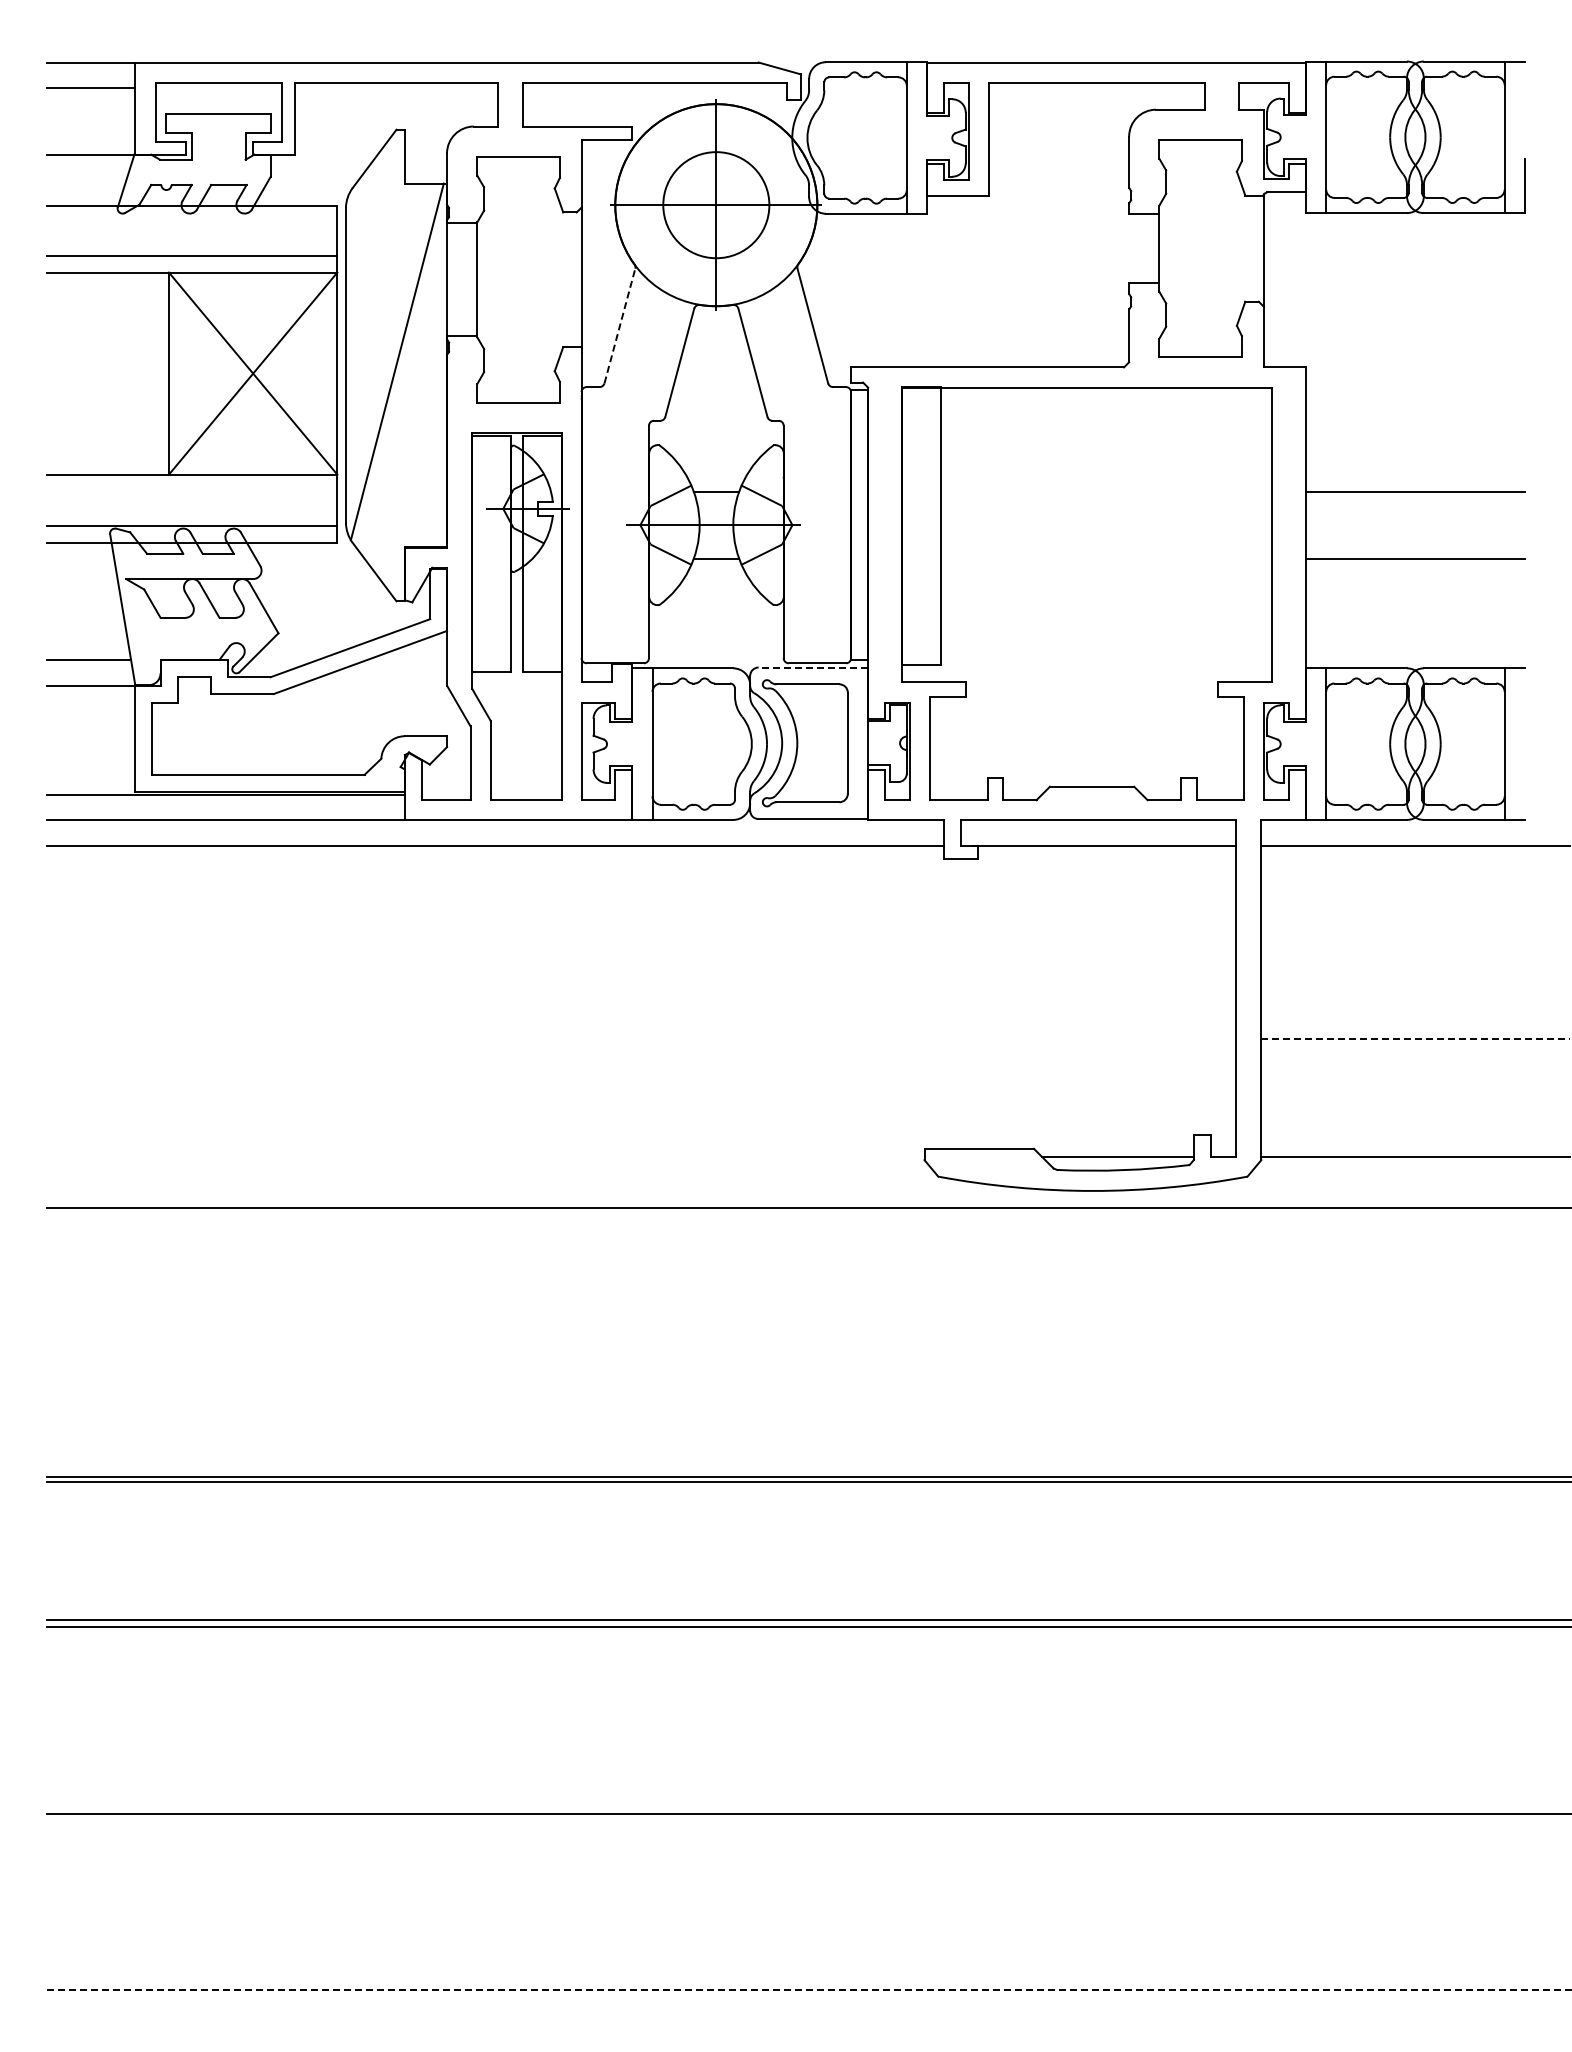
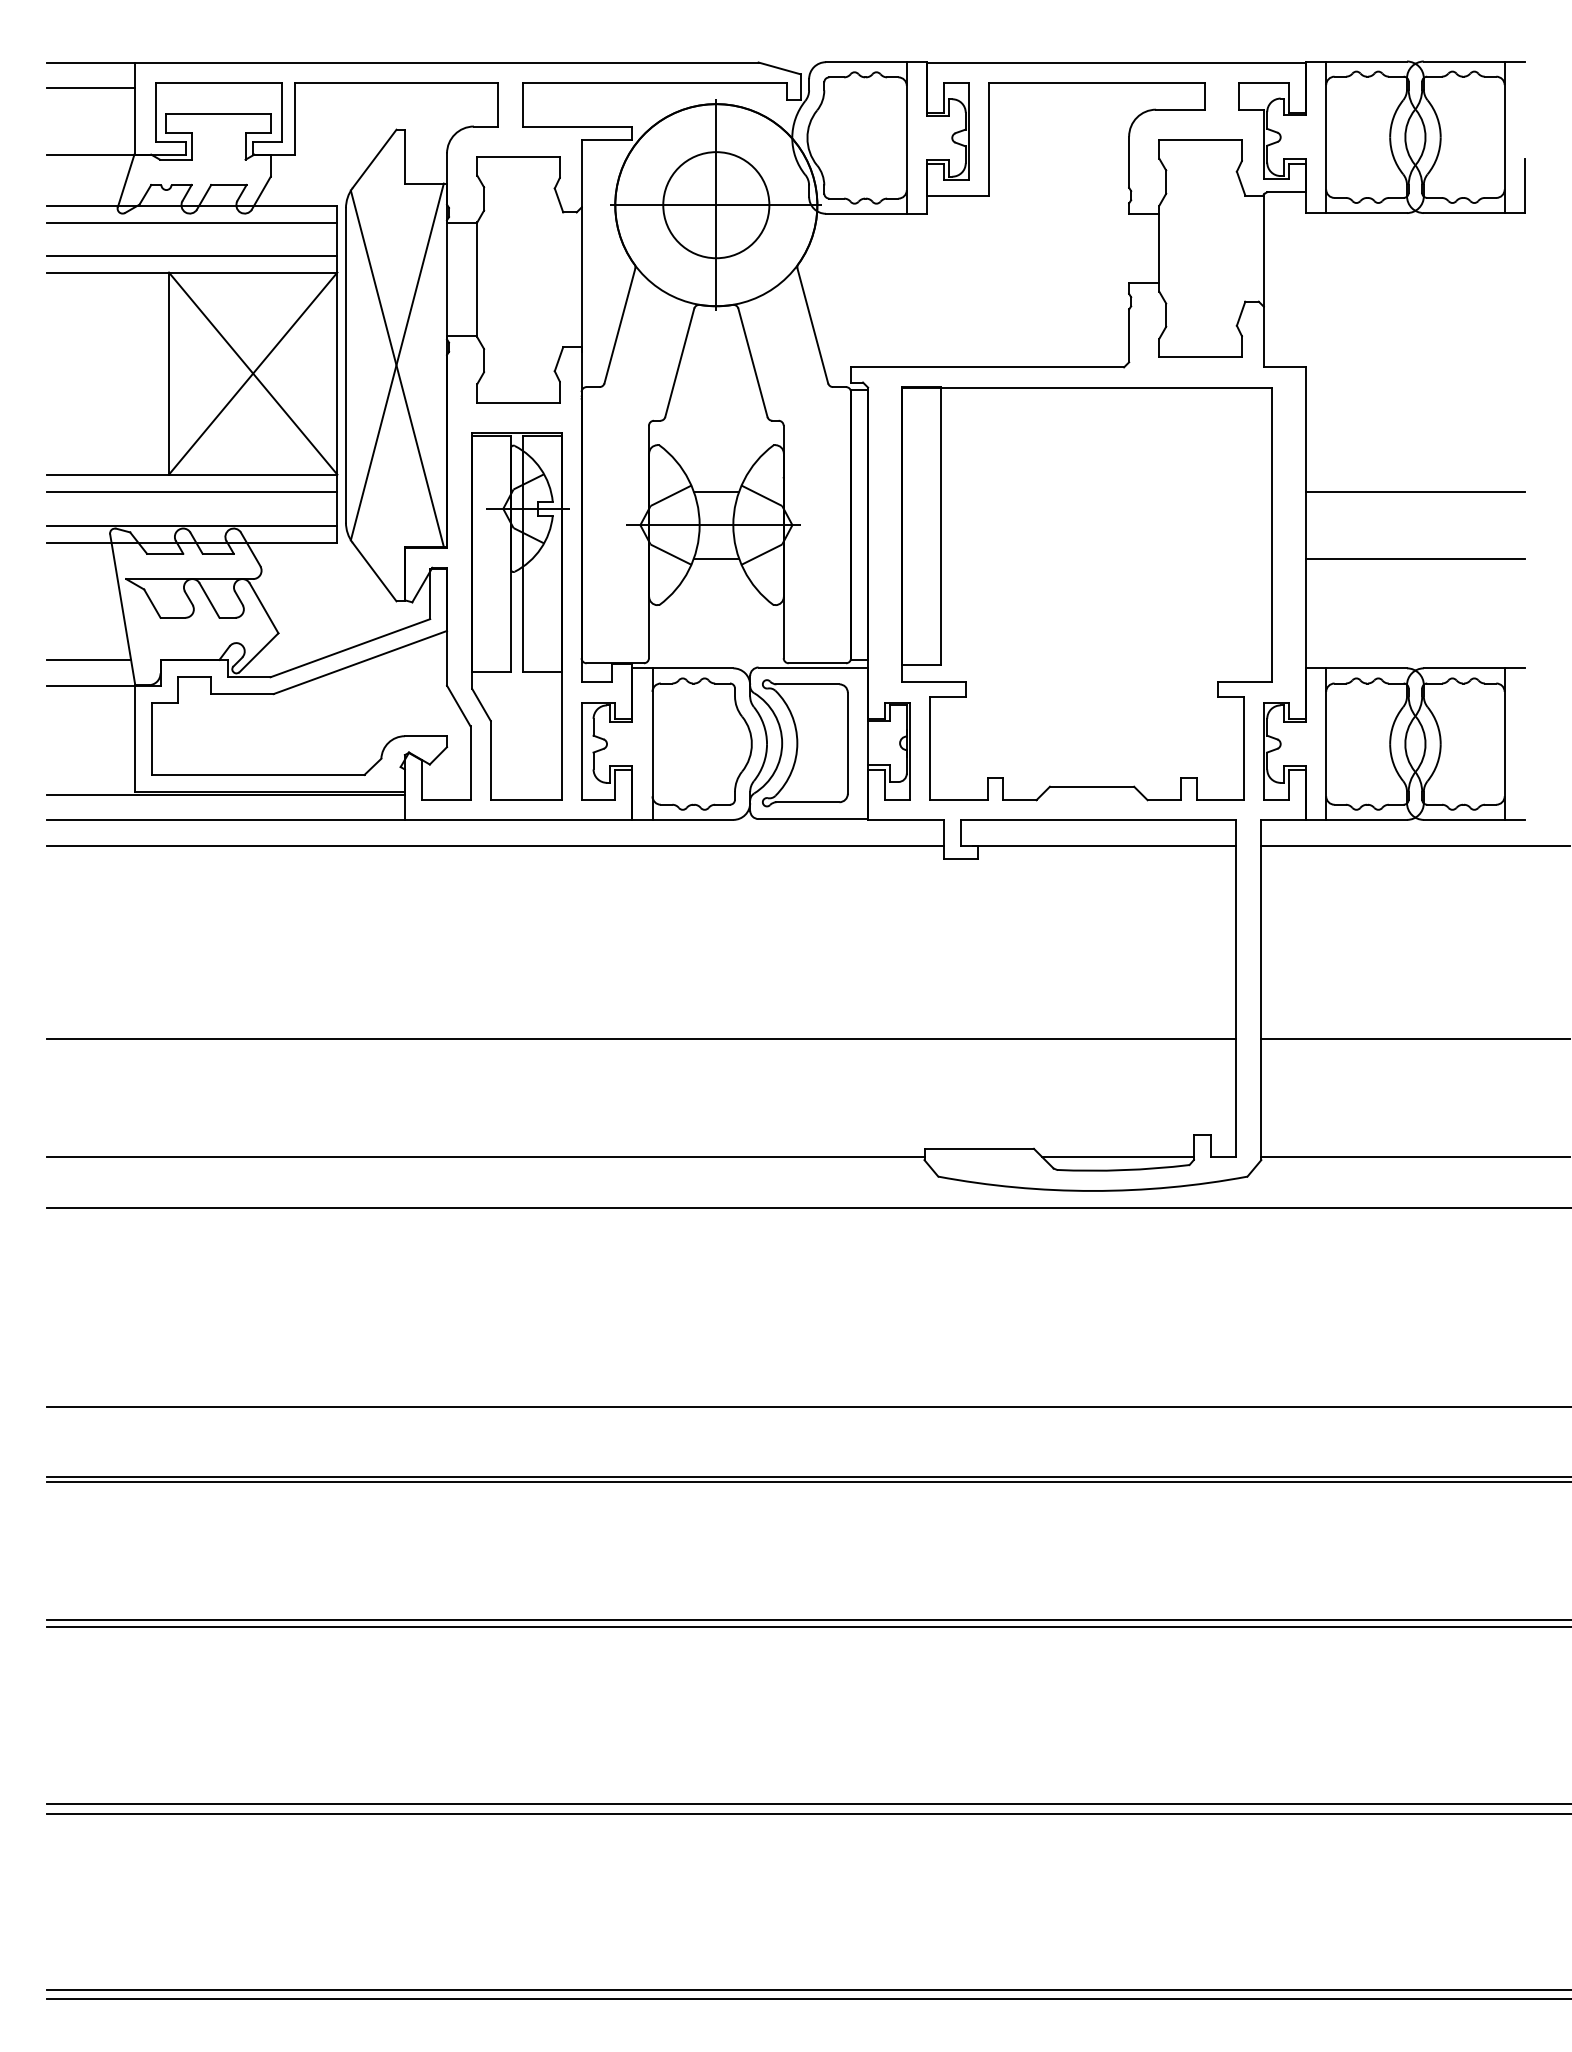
line at (192, 222): none -> present
line at (620, 325): dashed -> solid
line at (397, 368): none -> present
line at (192, 492): none -> present
line at (813, 667): dashed -> solid
line at (641, 1039): none -> present
line at (1415, 1039): dashed -> solid
line at (485, 1157): none -> present
line at (807, 1406): none -> present
line at (807, 1804): none -> present
line at (809, 1990): dashed -> solid
line at (807, 1998): none -> present
